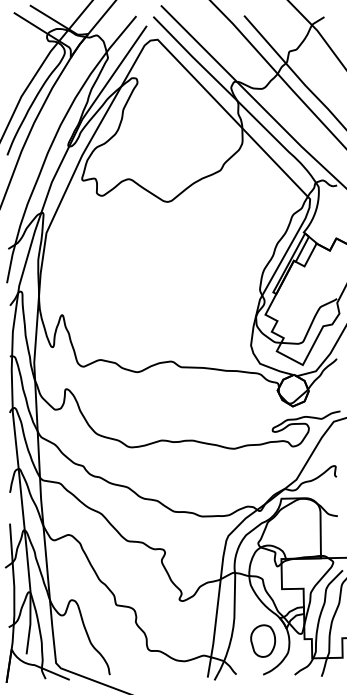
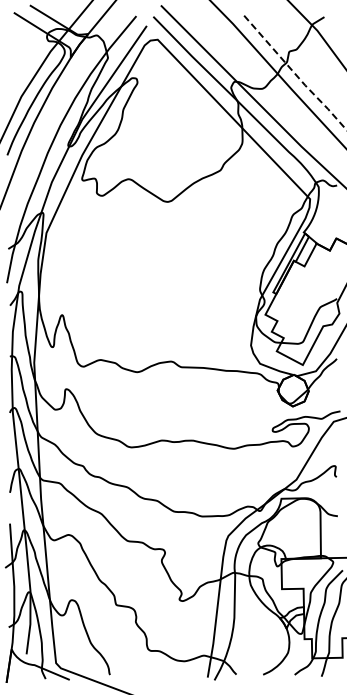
line at (295, 74): solid -> dashed
part at (263, 640): present -> none
